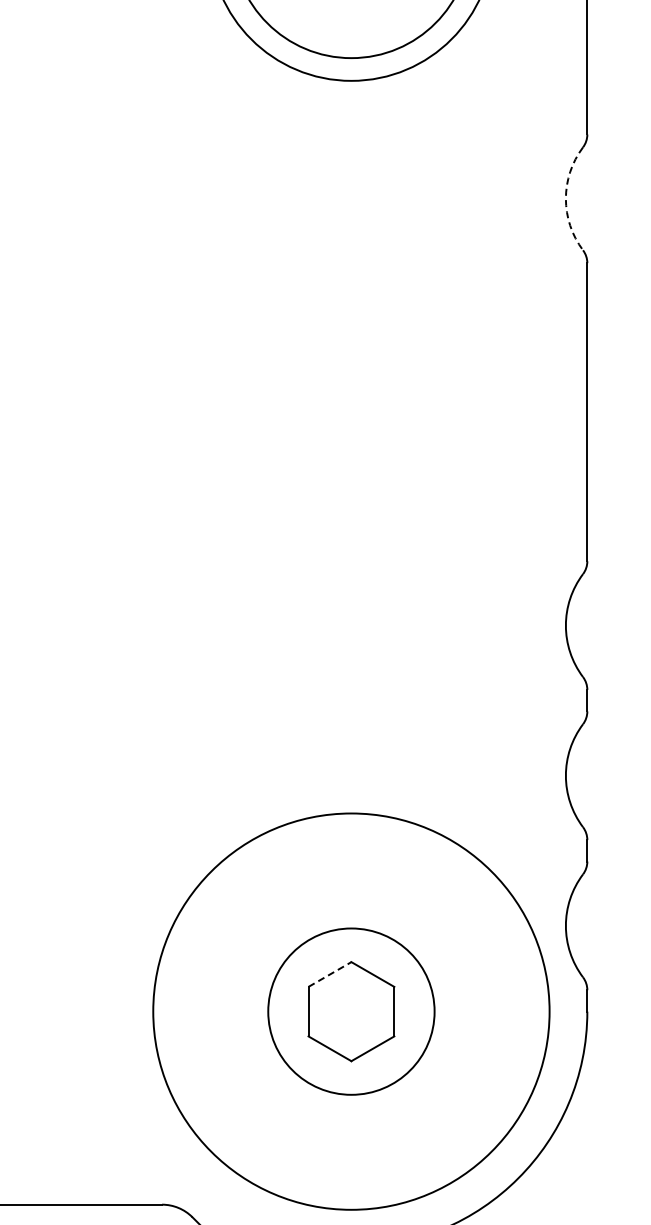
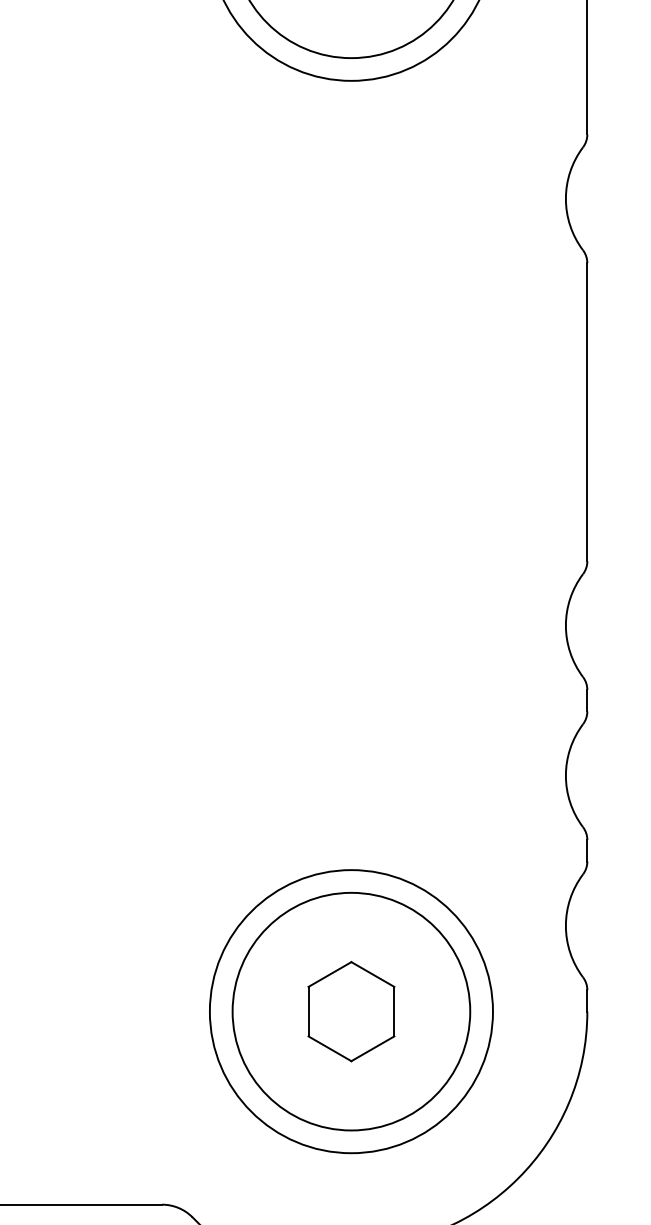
arc at (565, 198): dashed -> solid
line at (329, 974): dashed -> solid
circle at (351, 1011) diameter: 166 px -> 238 px
circle at (351, 1011) diameter: 396 px -> 283 px
